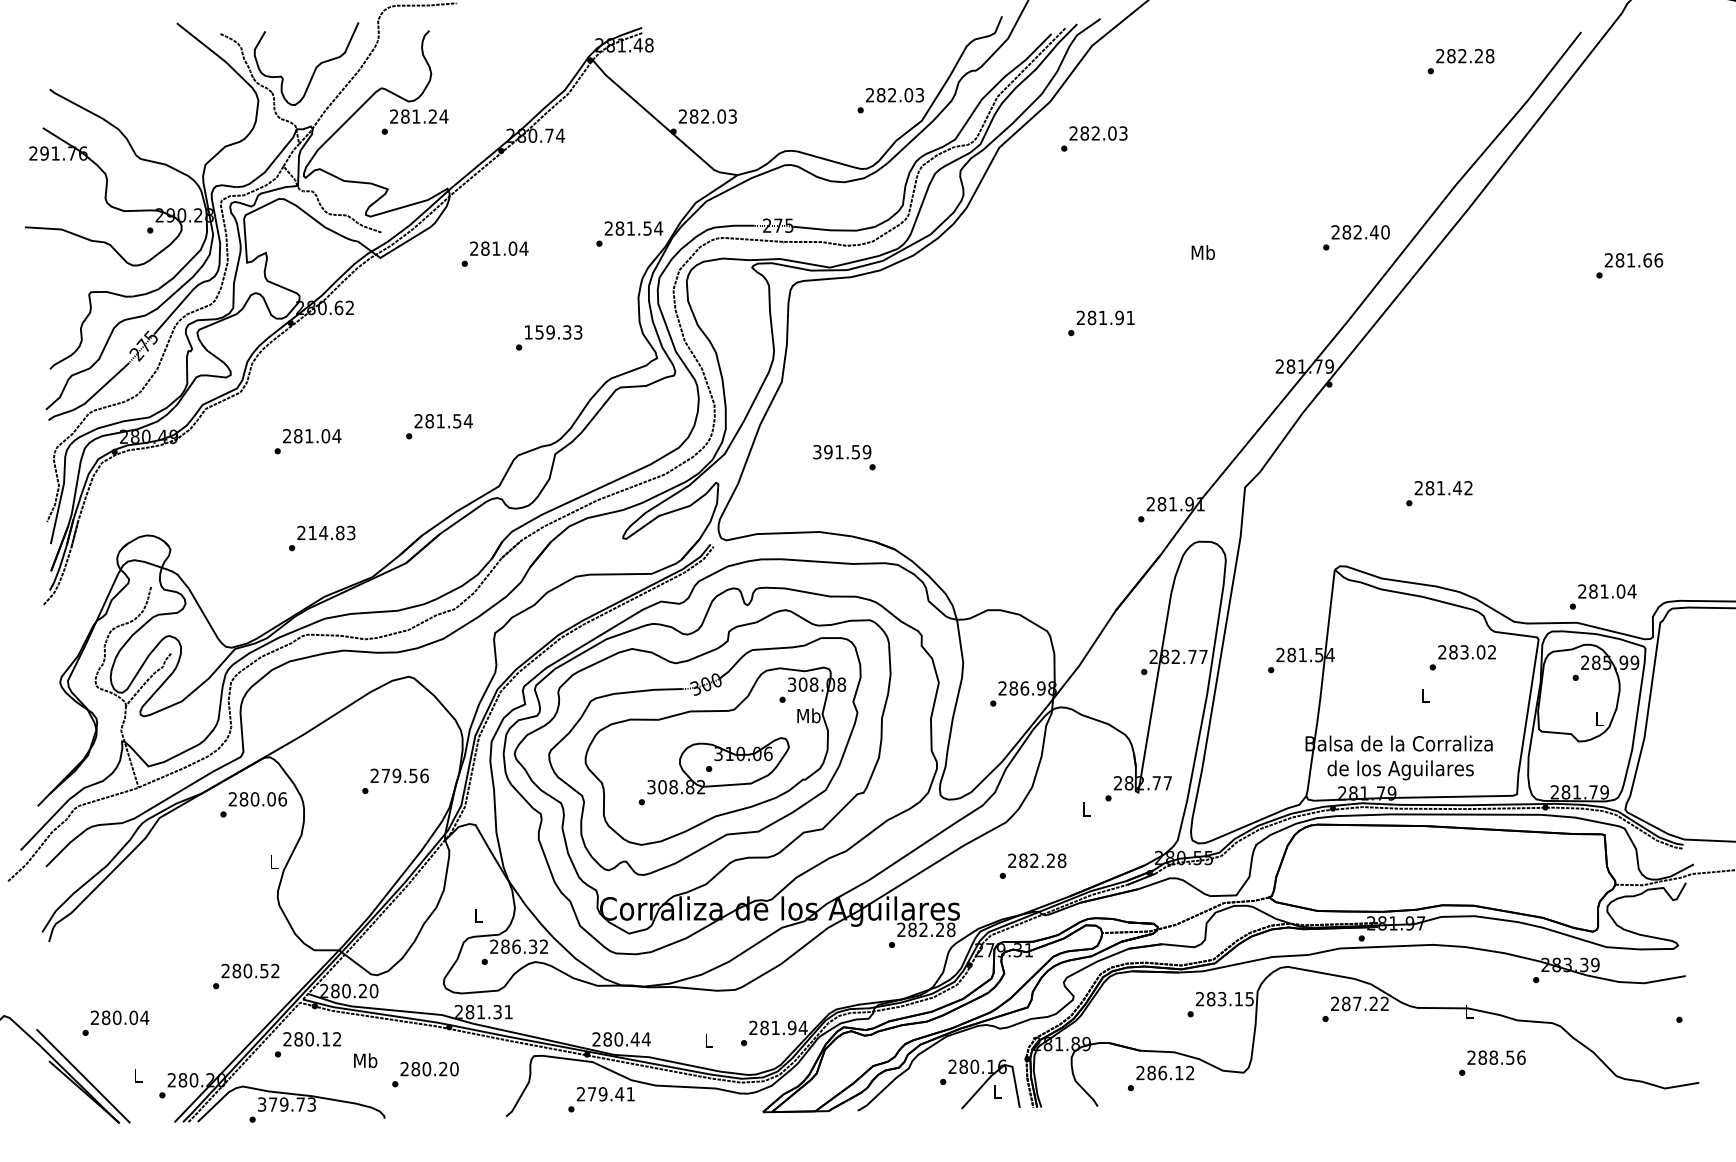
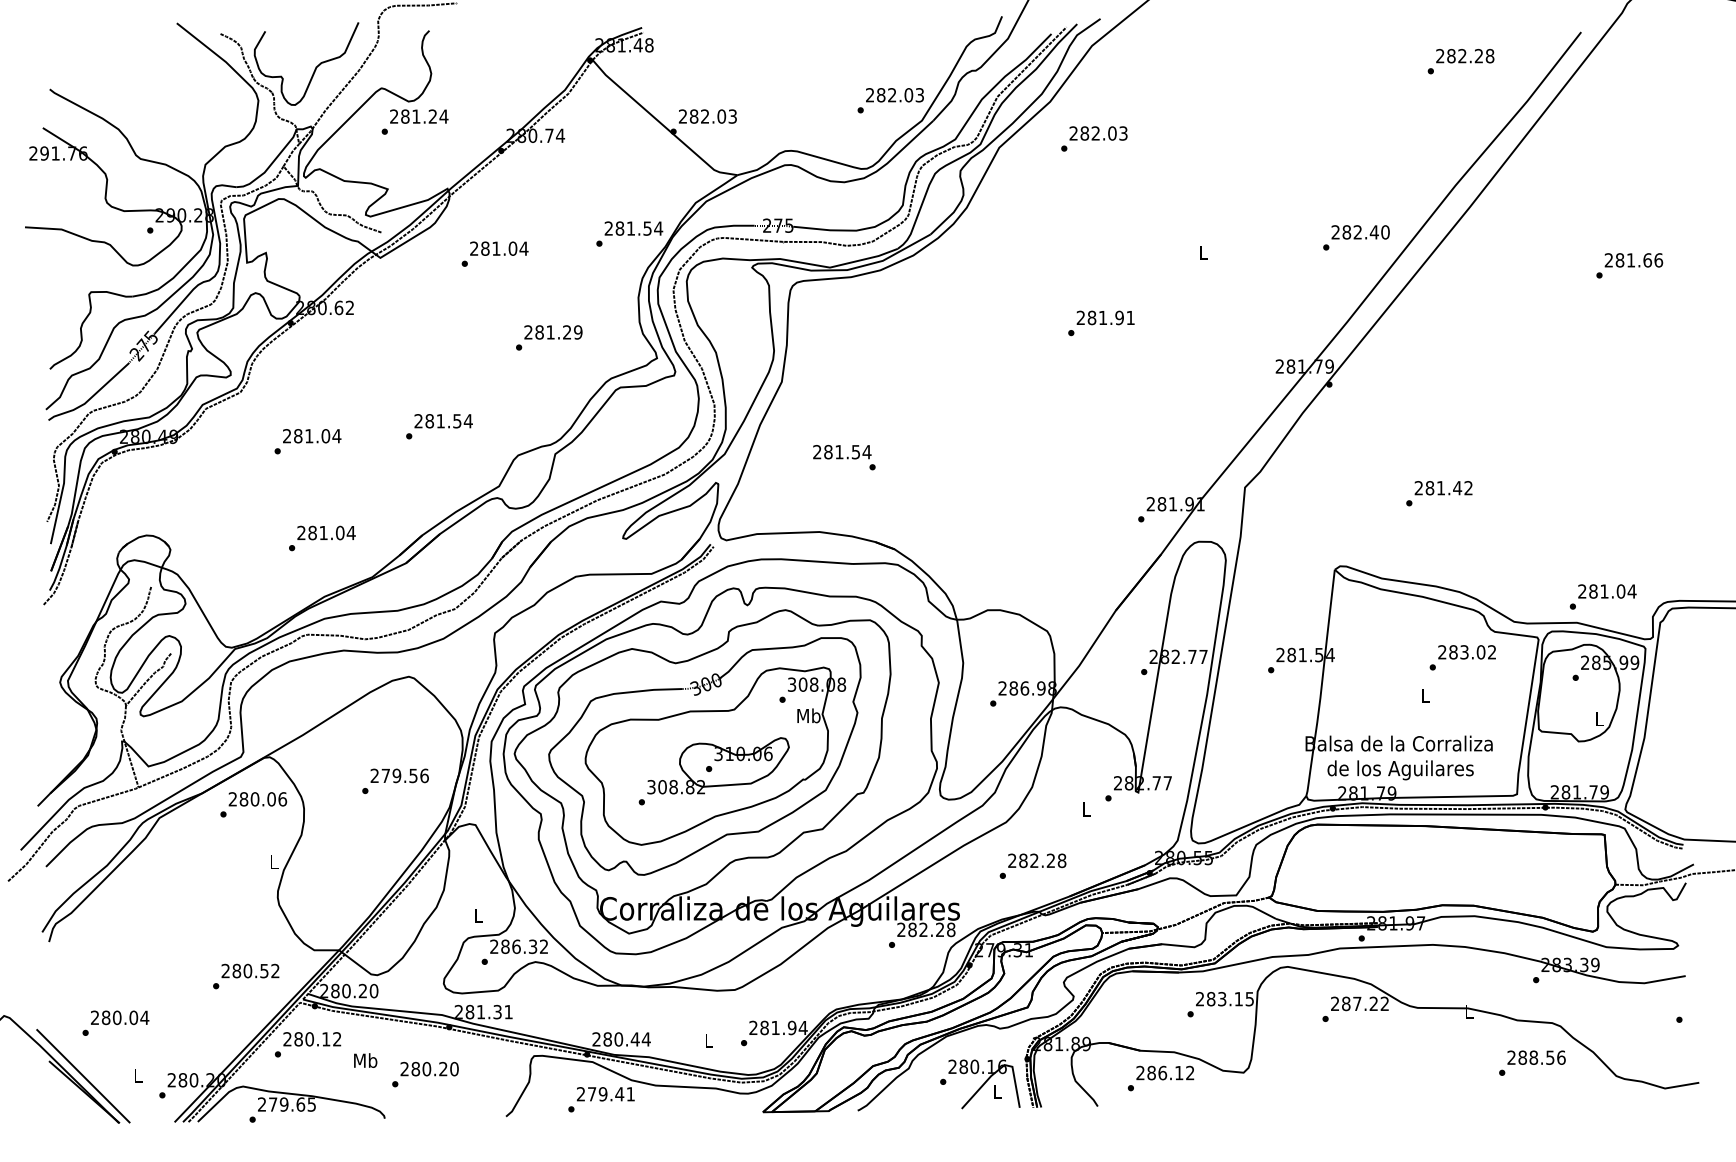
text at (1202, 252): Mb -> L
text at (553, 332): 159.33 -> 281.29
text at (842, 452): 391.59 -> 281.54
text at (331, 532): 214.83 -> 281.04
text at (1492, 1062) position: (1492, 1062) -> (1532, 1062)
text at (286, 1104): 379.73 -> 279.65
